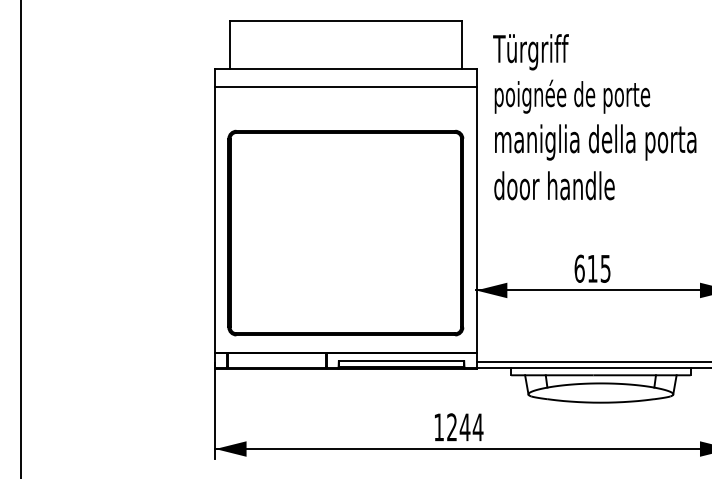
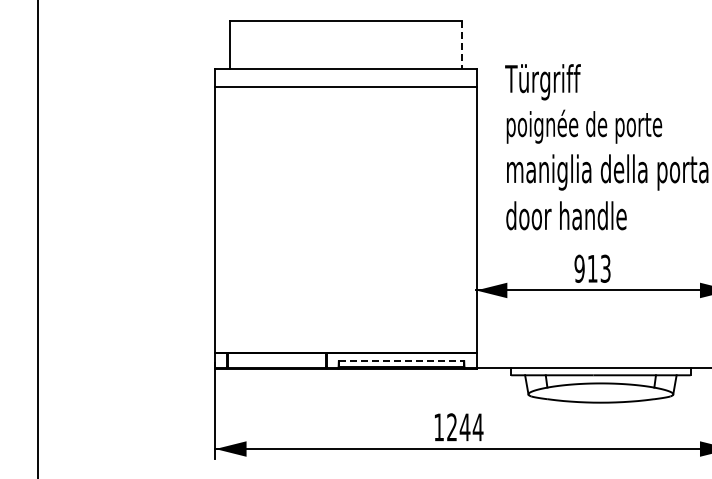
line at (462, 45): solid -> dashed
text at (594, 117) position: (594, 117) -> (606, 147)
part at (345, 232): present -> none
line at (21, 238) position: (21, 238) -> (38, 238)
text at (592, 268): 615 -> 913
line at (401, 361): solid -> dashed
line at (592, 361): present -> none
